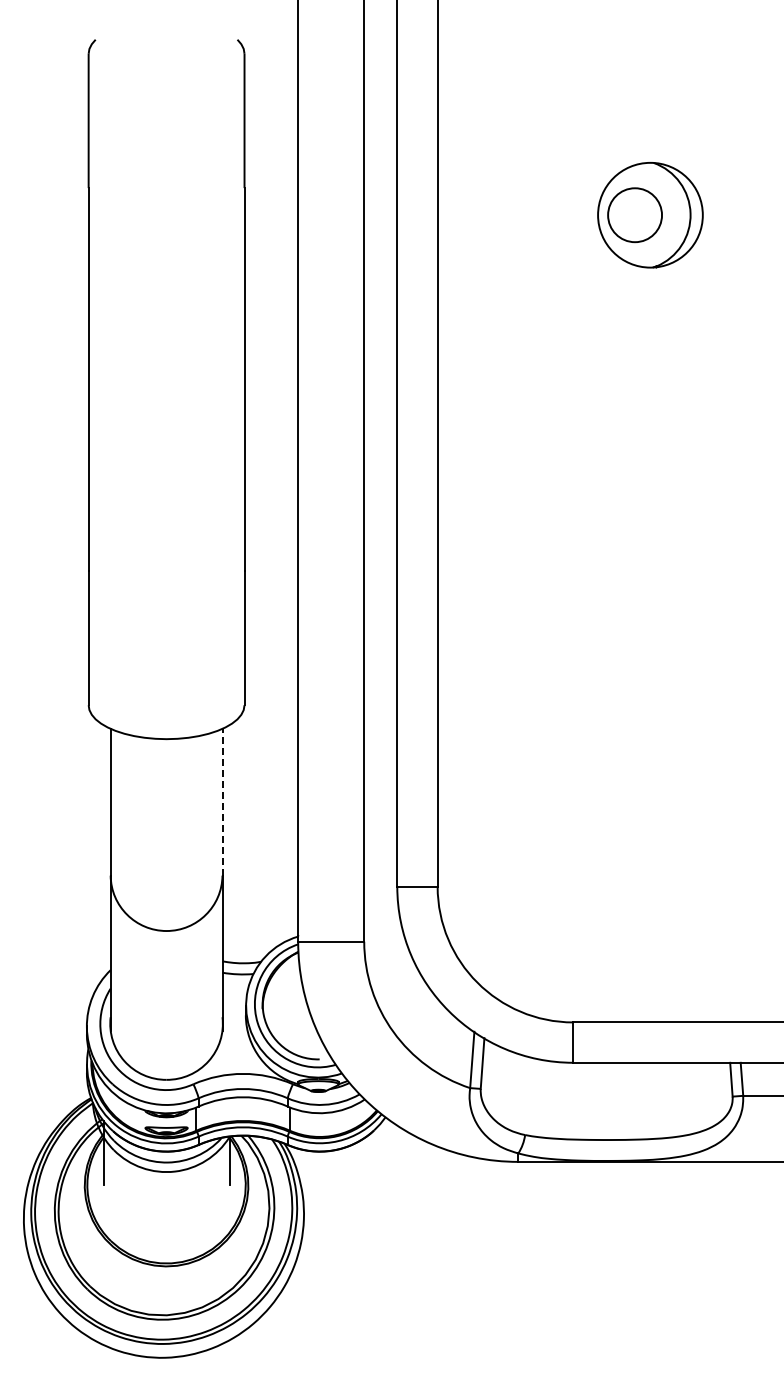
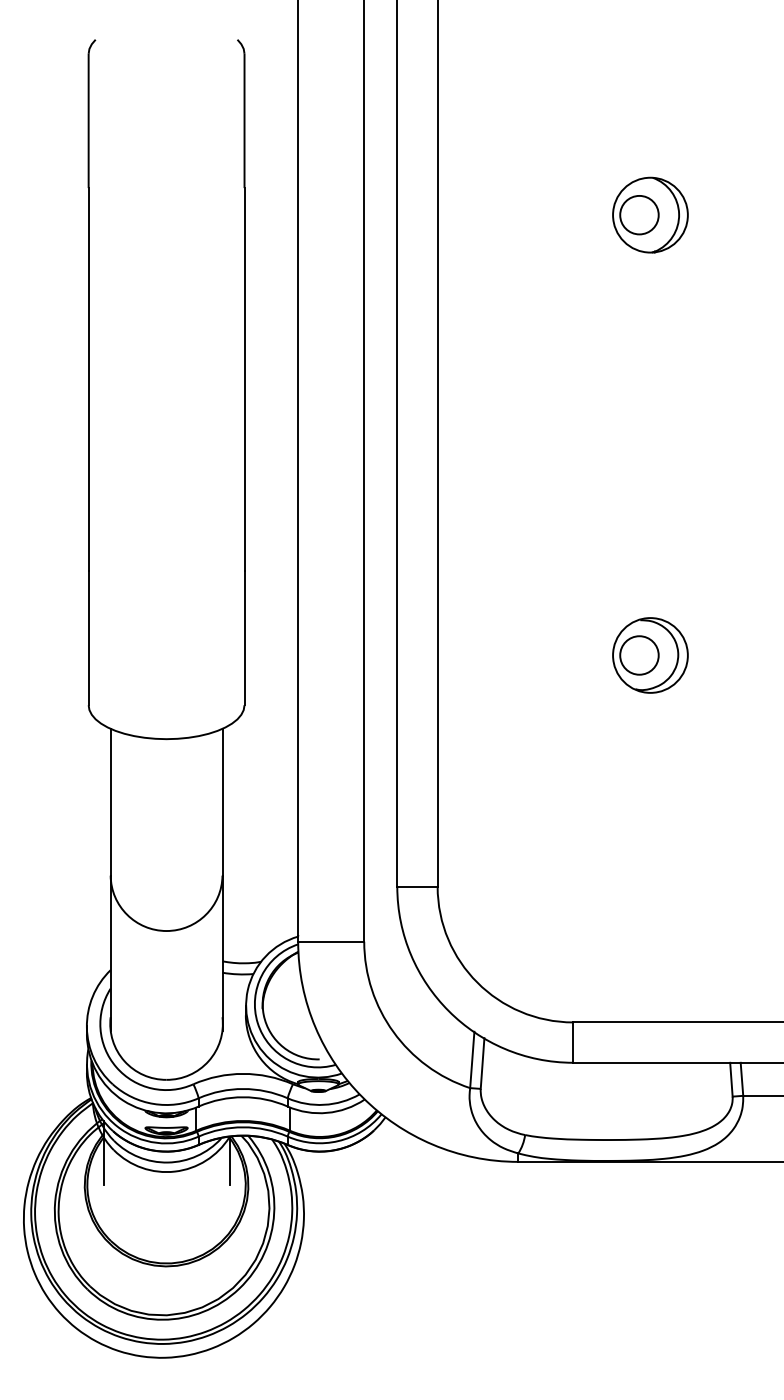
part at (650, 215) size: 107x107 px -> 77x78 px
part at (650, 655): none -> present
line at (222, 801): dashed -> solid
